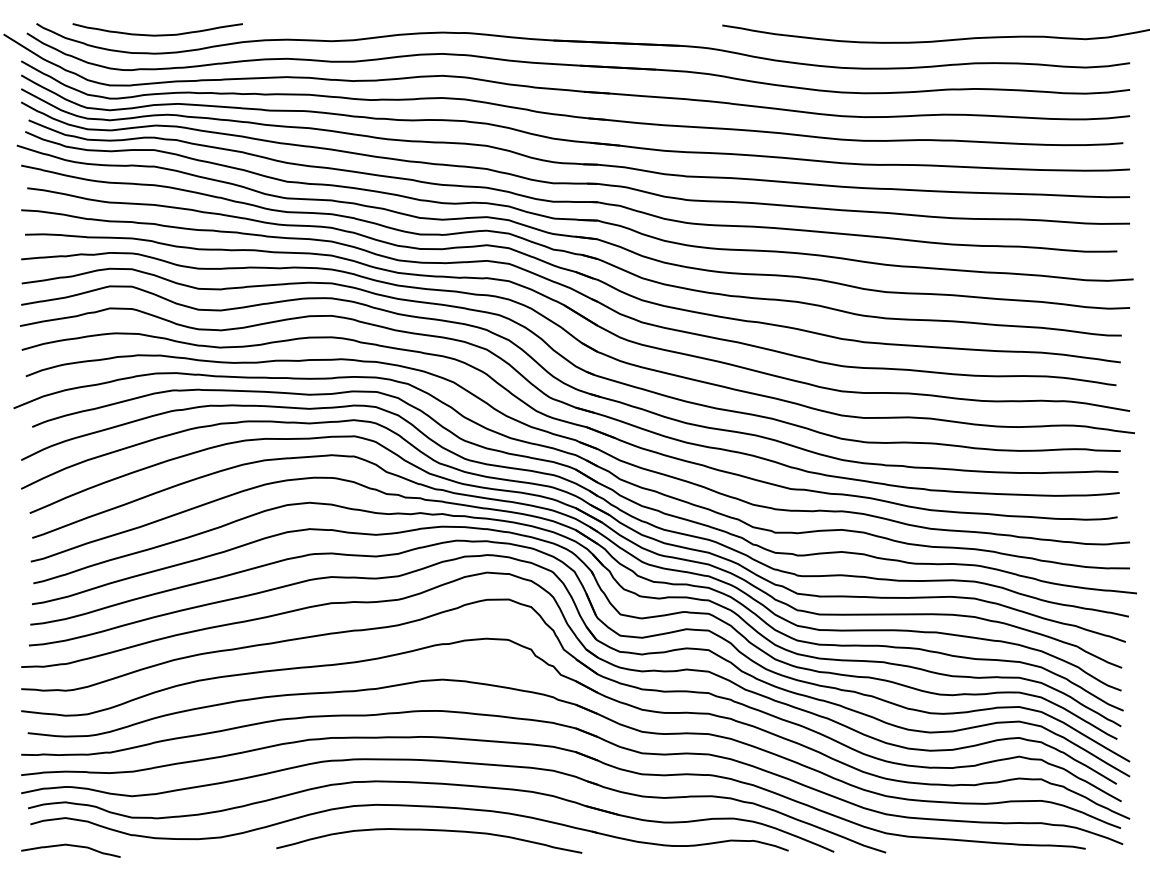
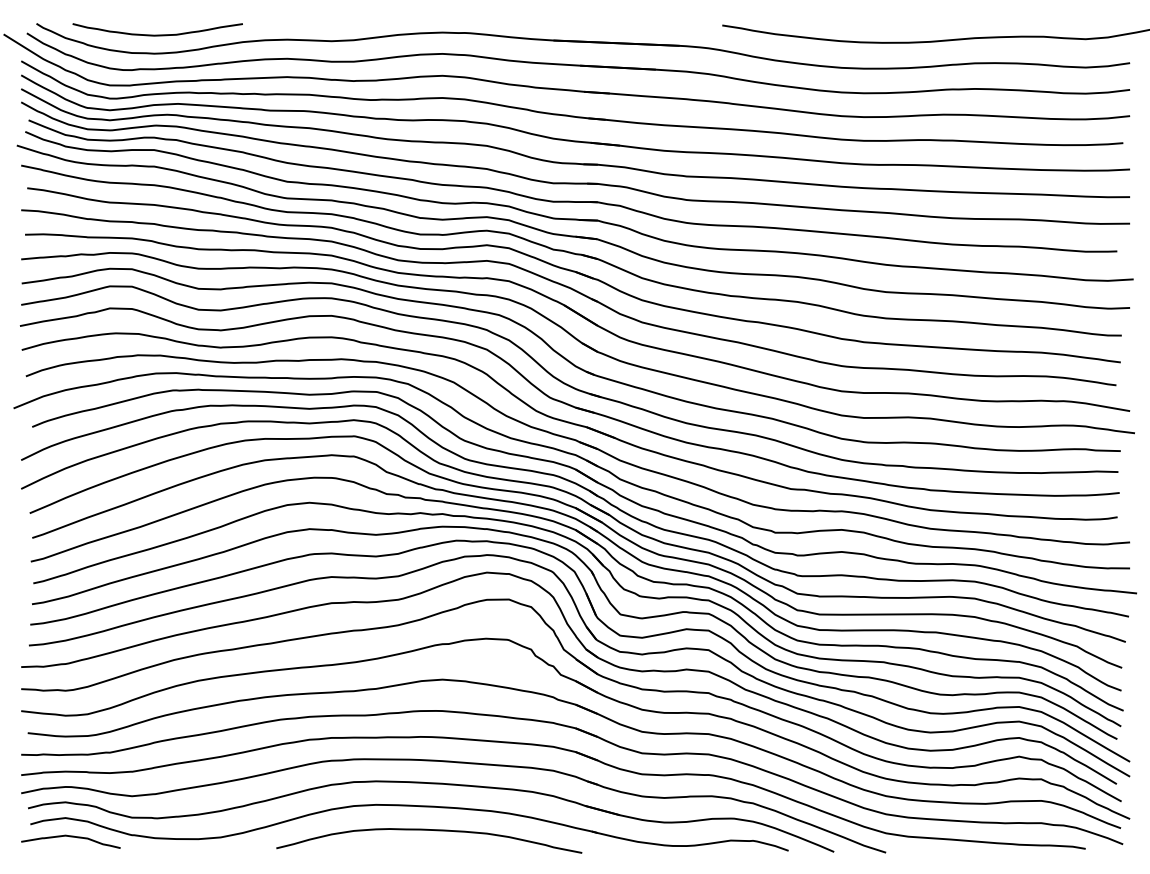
curve at (70, 846) position: (70, 846) -> (70, 837)
